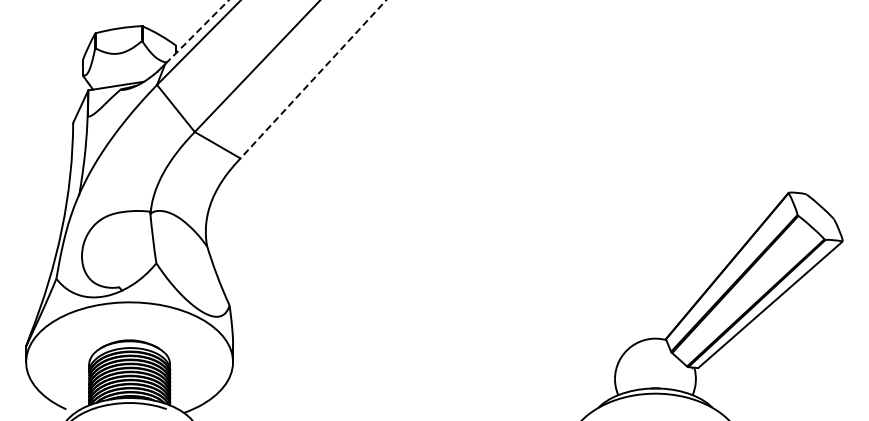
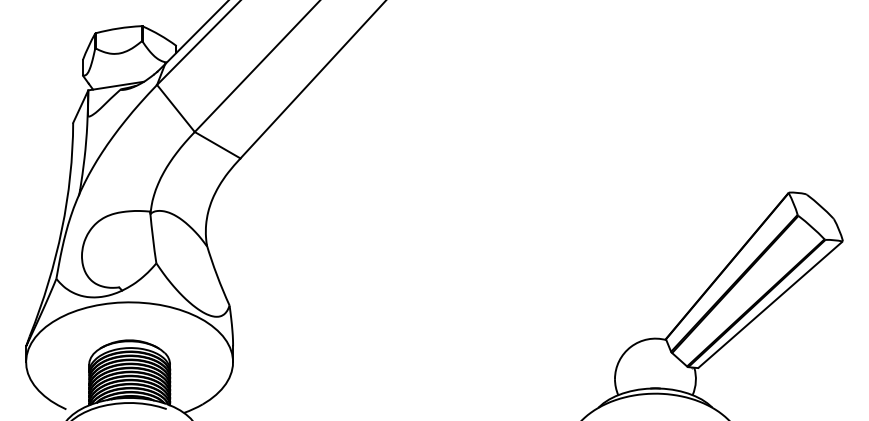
line at (196, 32): dashed -> solid
line at (313, 79): dashed -> solid
